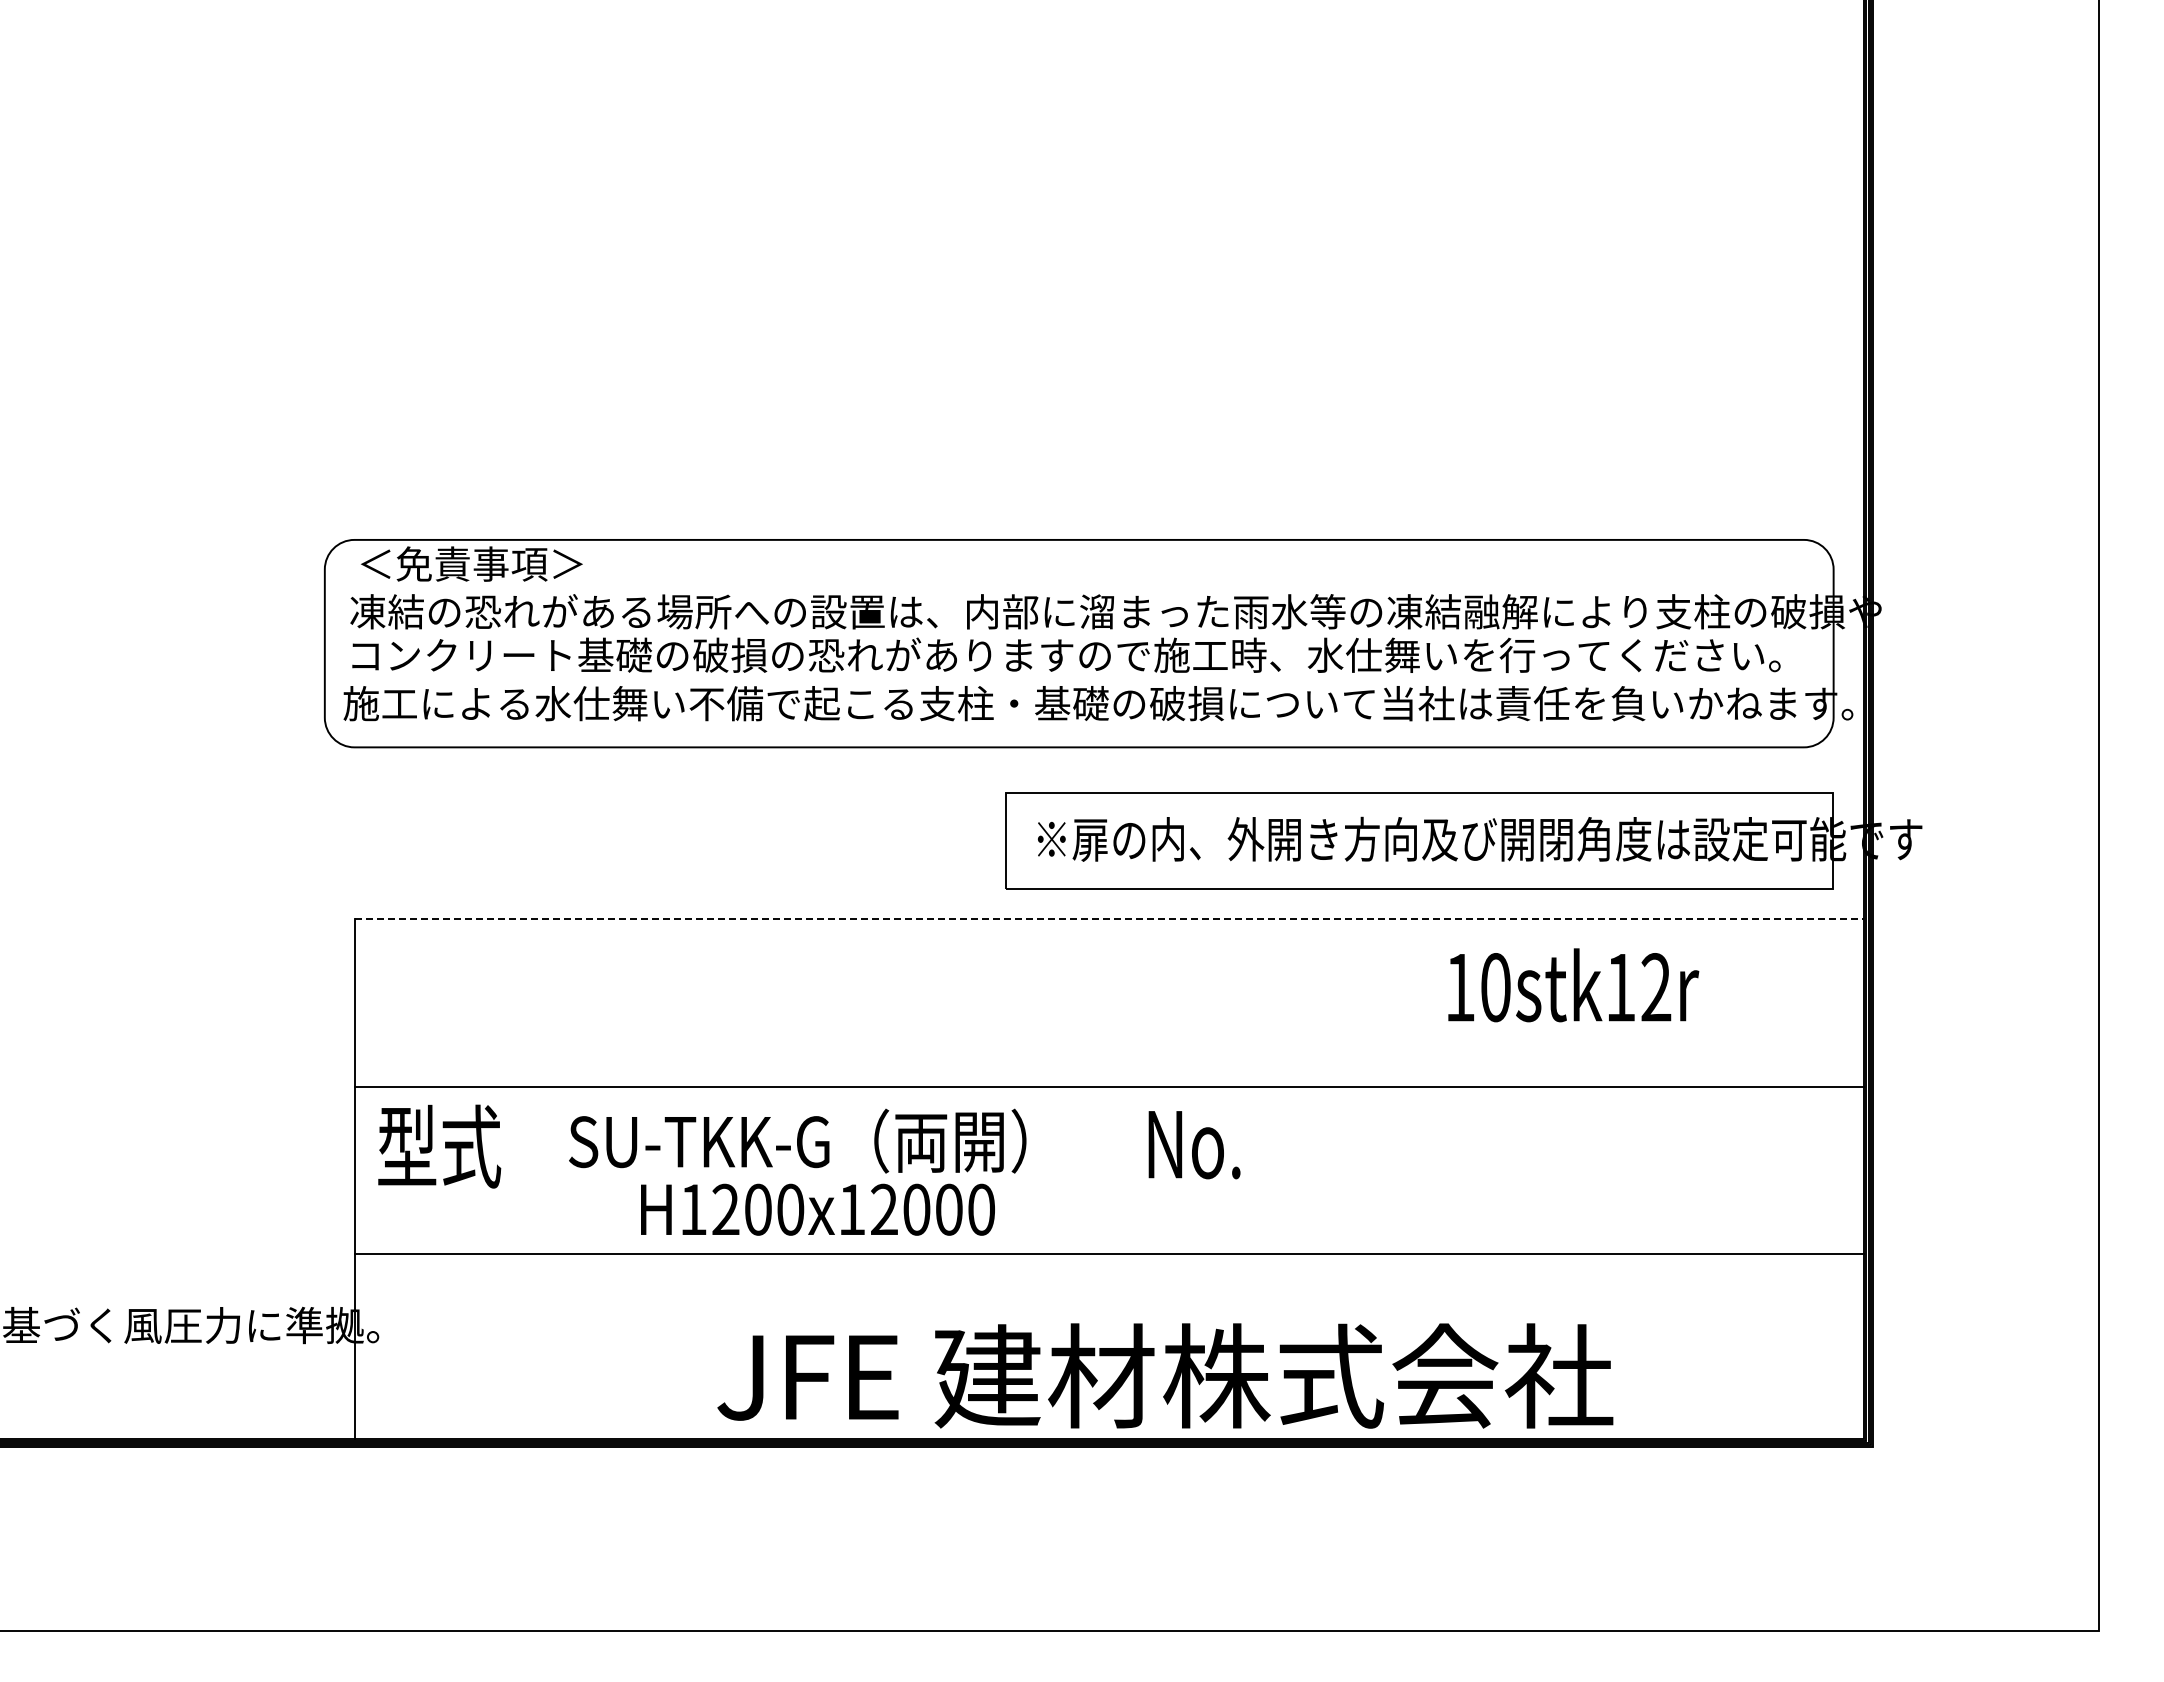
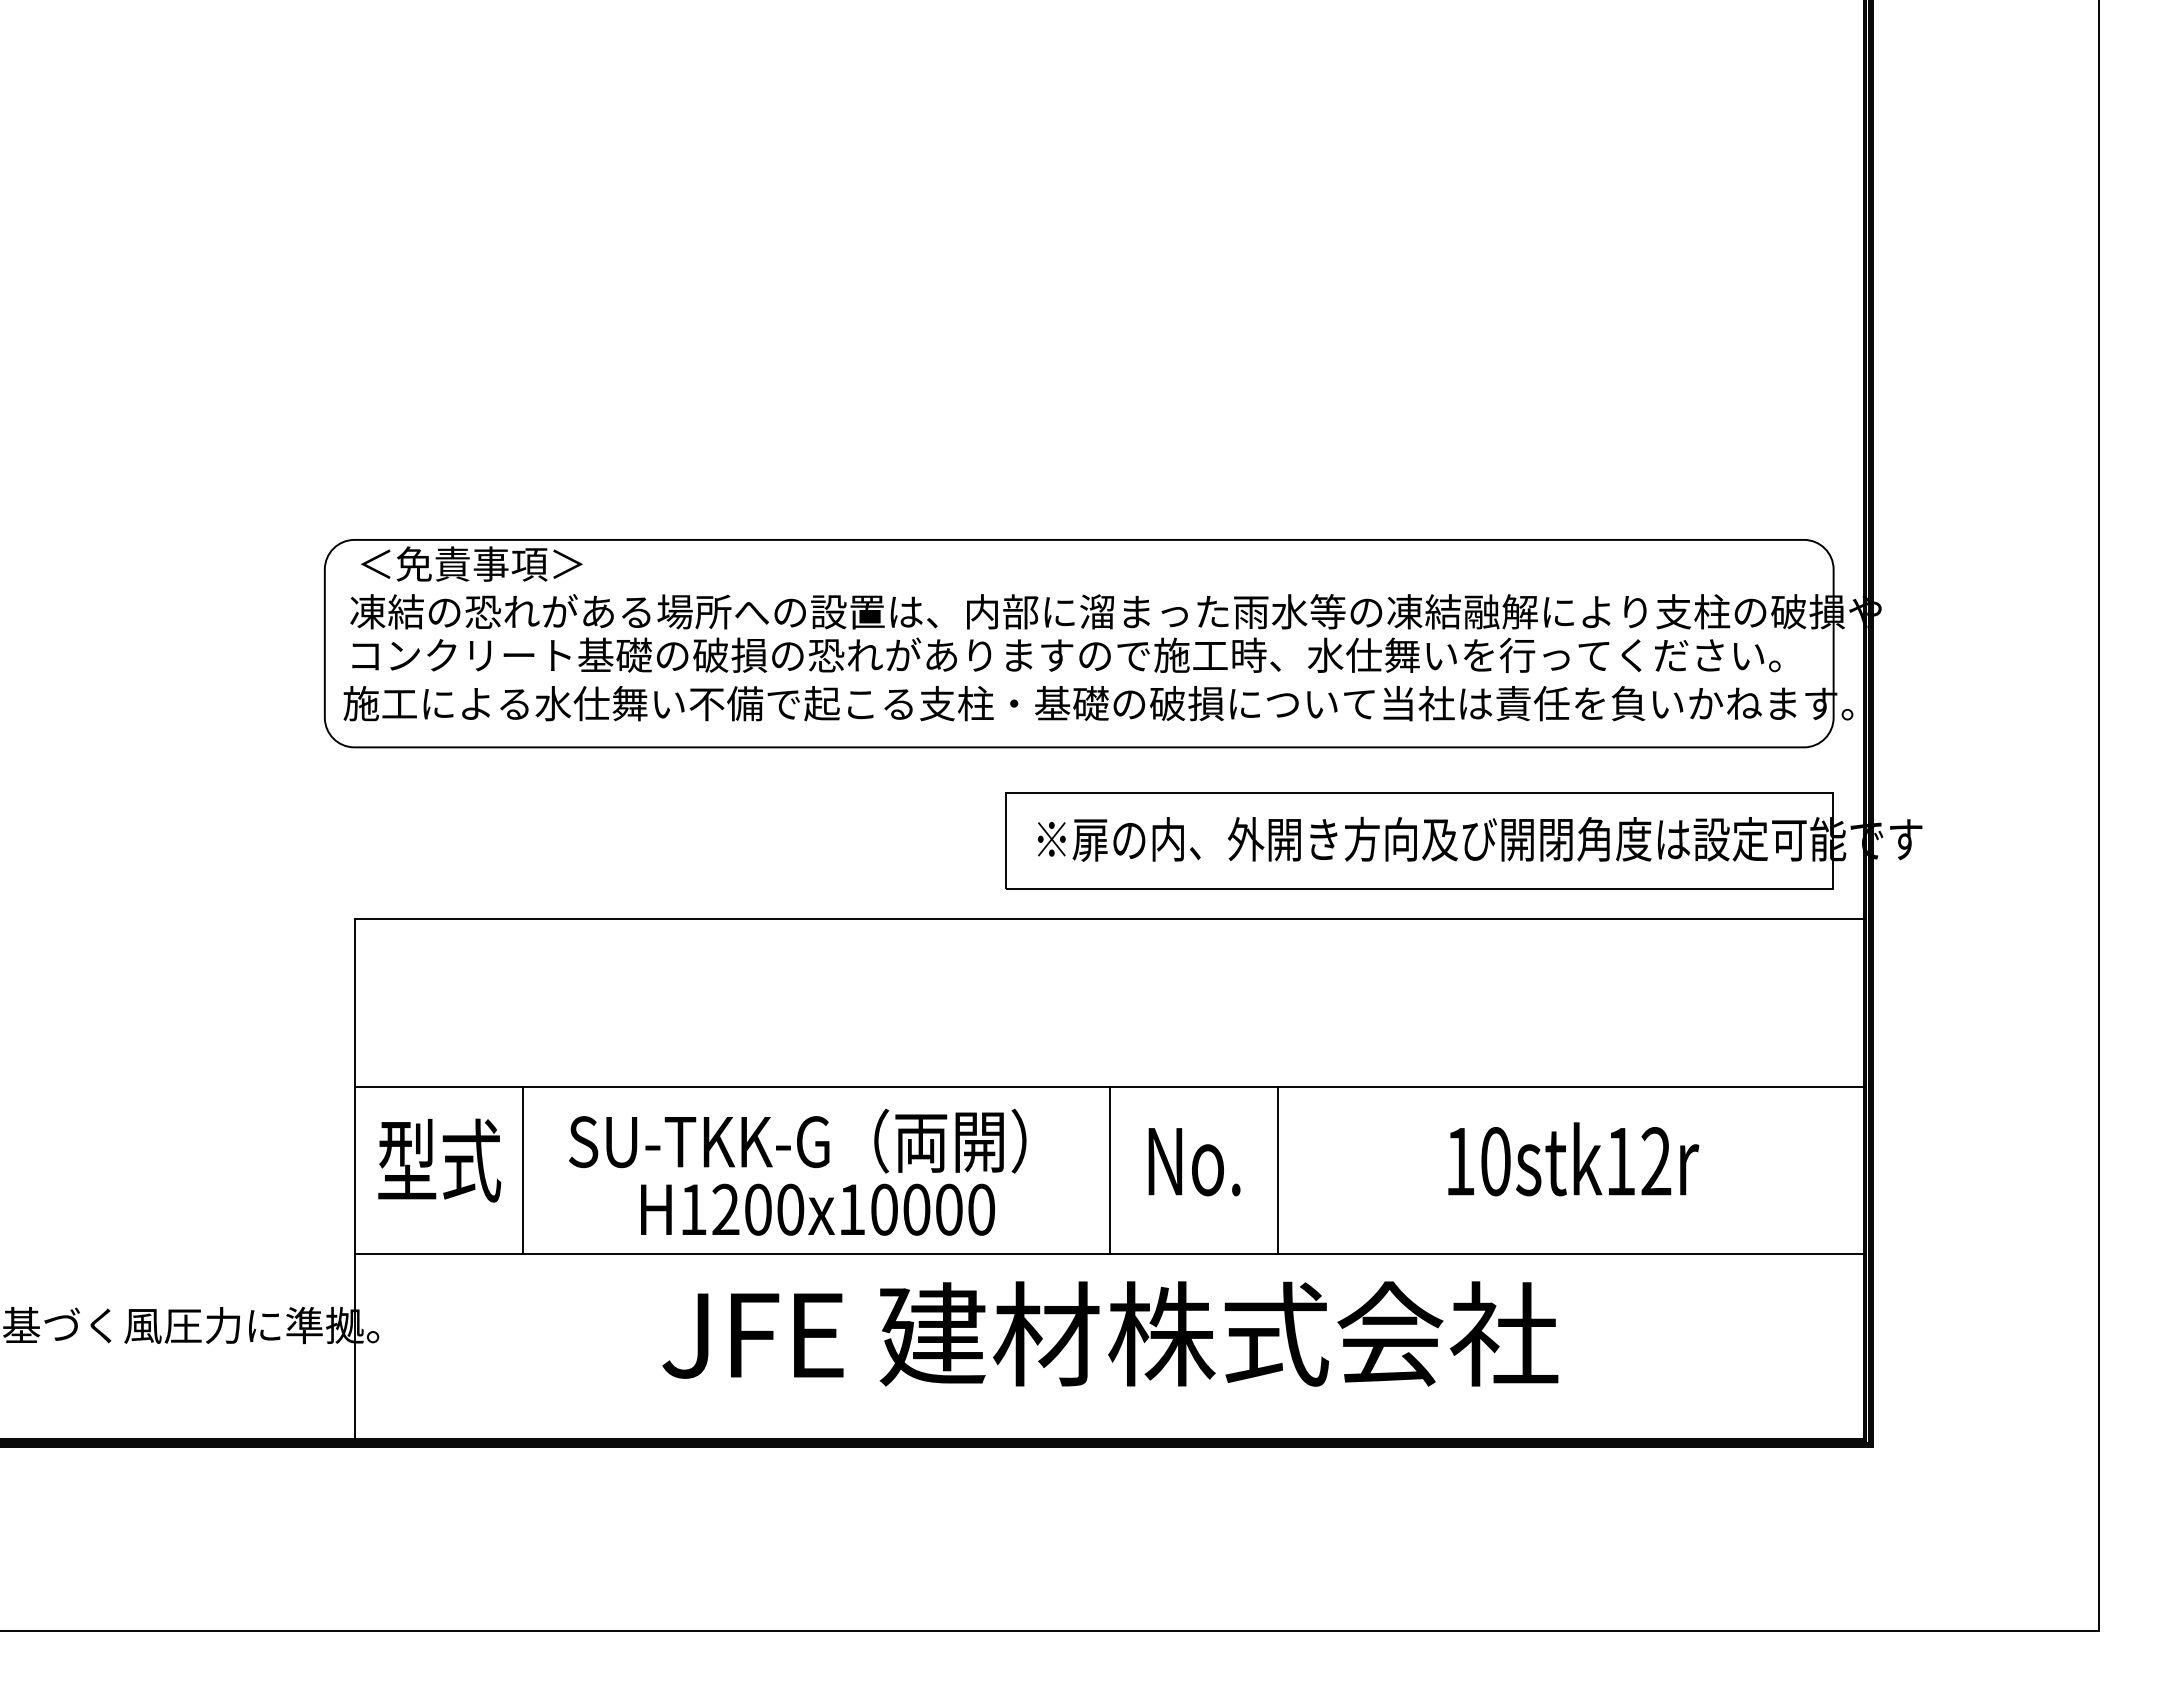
line at (1110, 918): dashed -> solid
text at (1573, 985) position: (1573, 985) -> (1573, 1159)
text at (1194, 1145) position: (1194, 1145) -> (1194, 1162)
text at (439, 1146) position: (439, 1146) -> (439, 1160)
line at (523, 1170): none -> present
line at (1109, 1170): none -> present
line at (1277, 1170): none -> present
text at (884, 1209): H1200x12000 -> H1200x10000
text at (1165, 1375) position: (1165, 1375) -> (1110, 1333)
